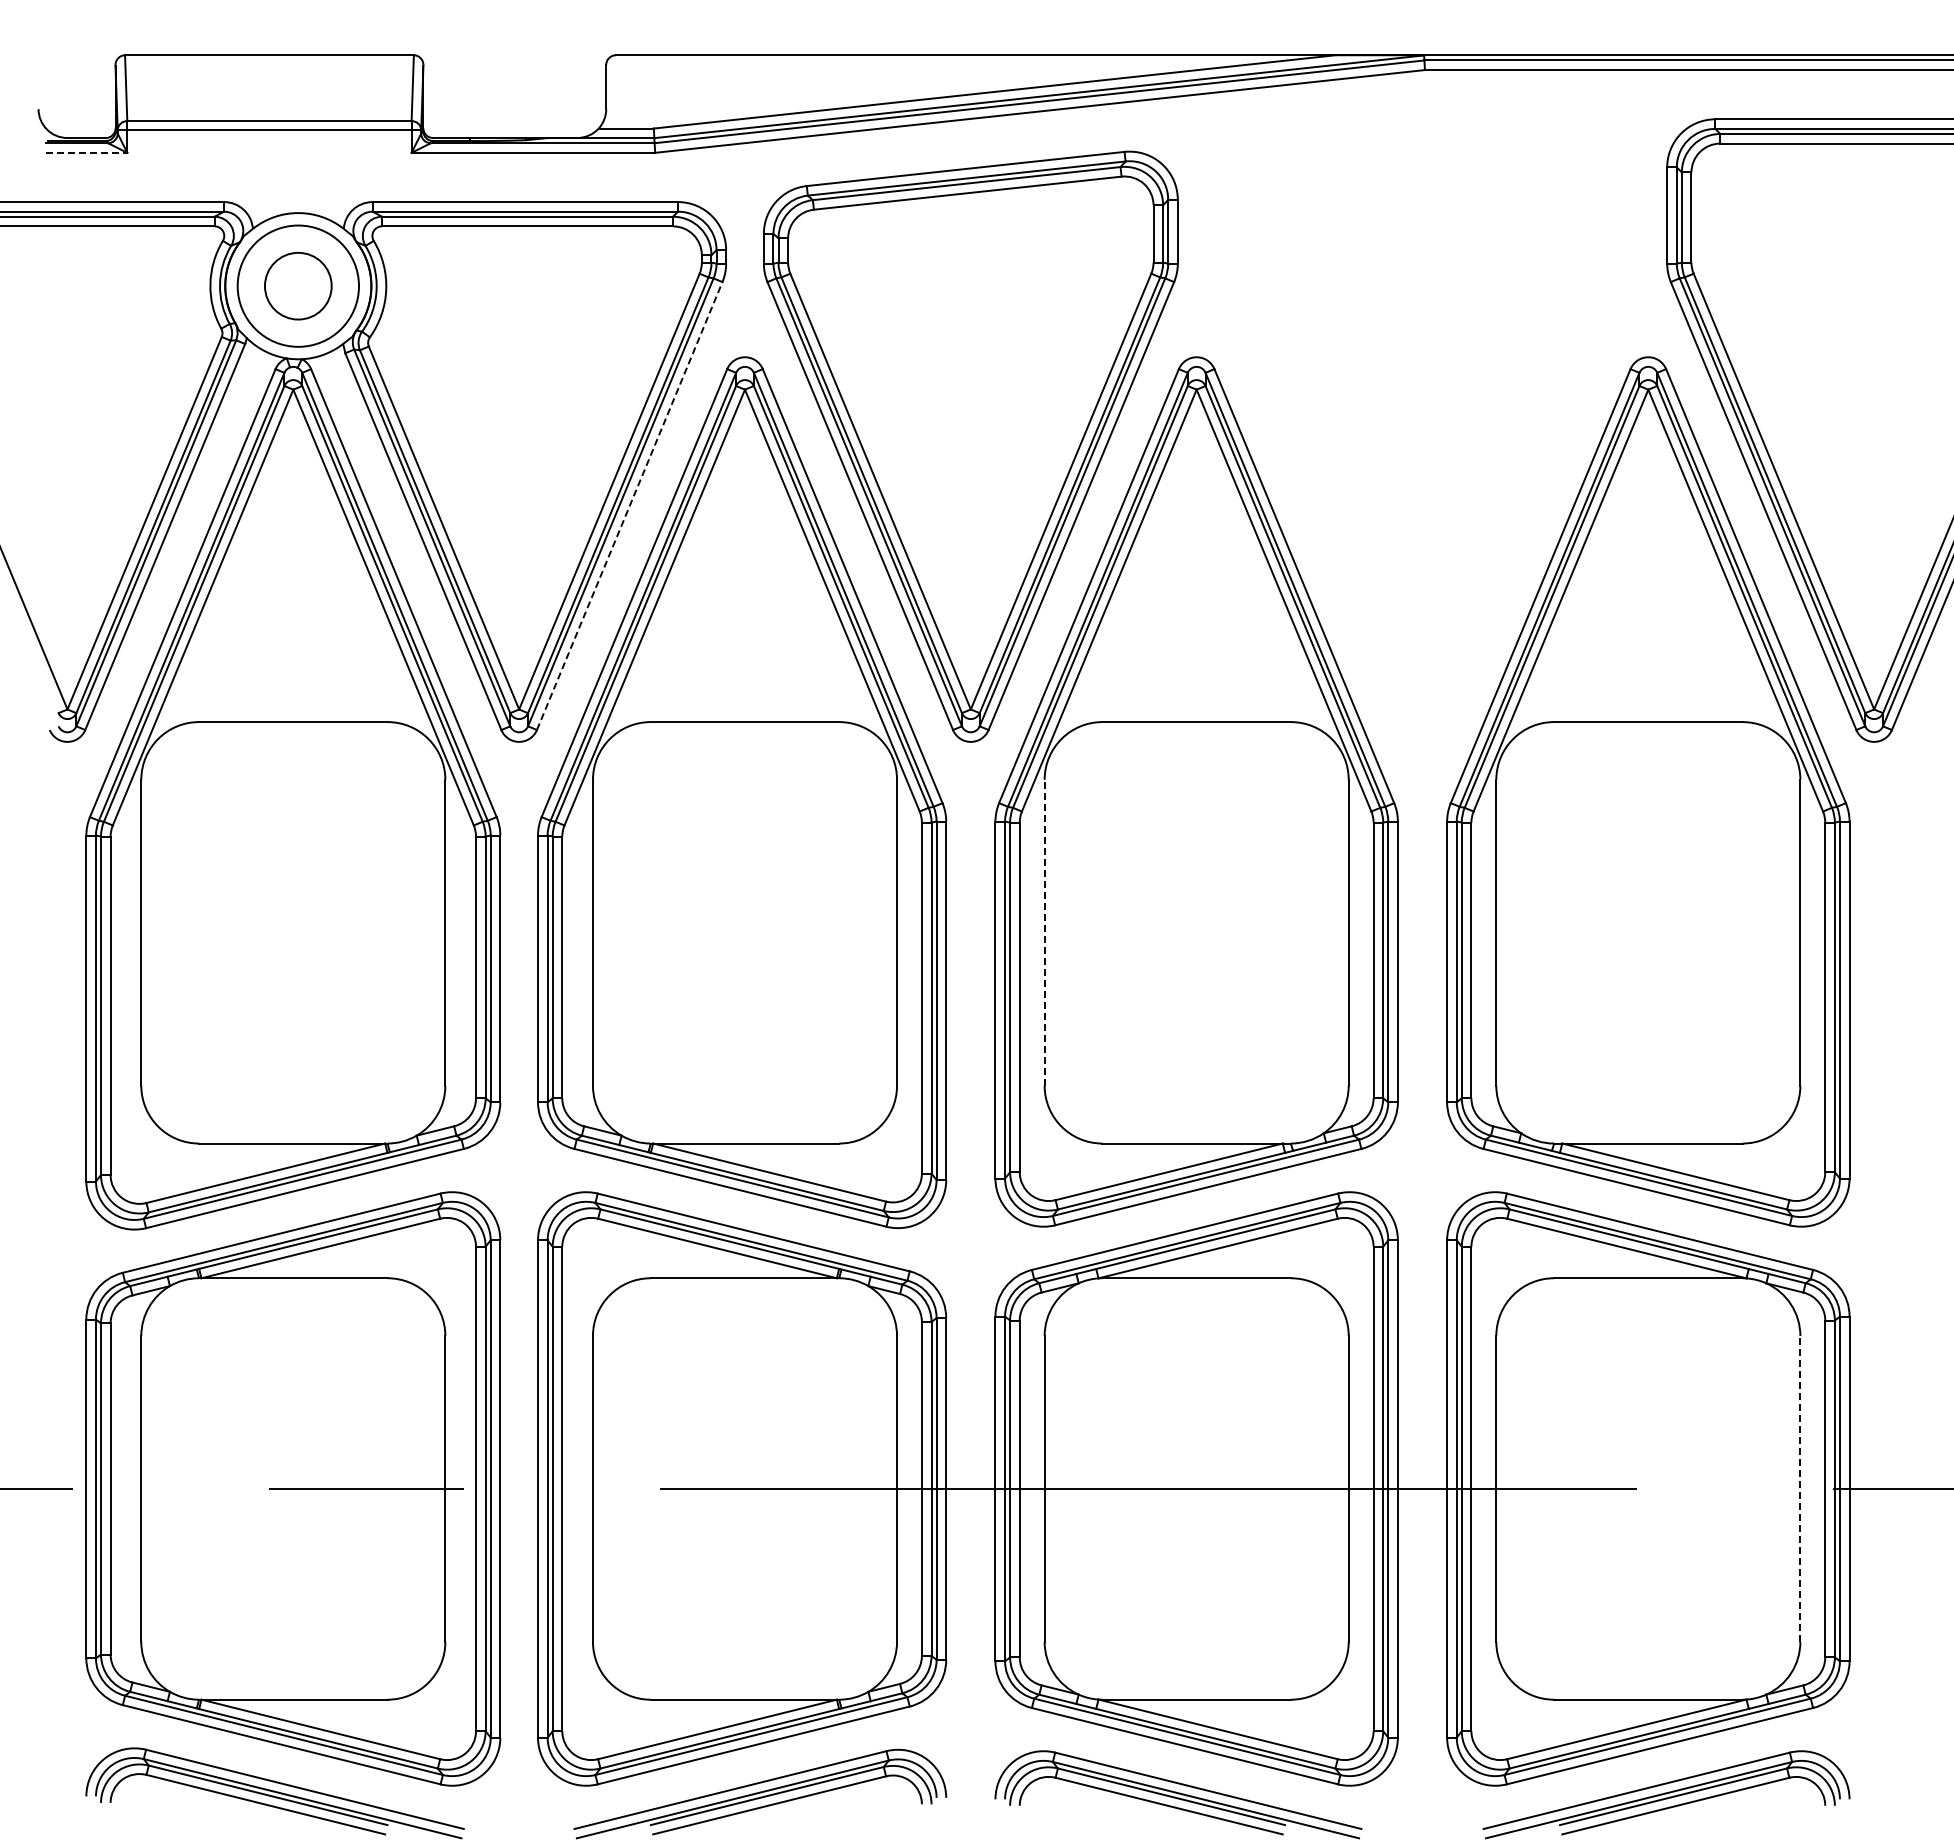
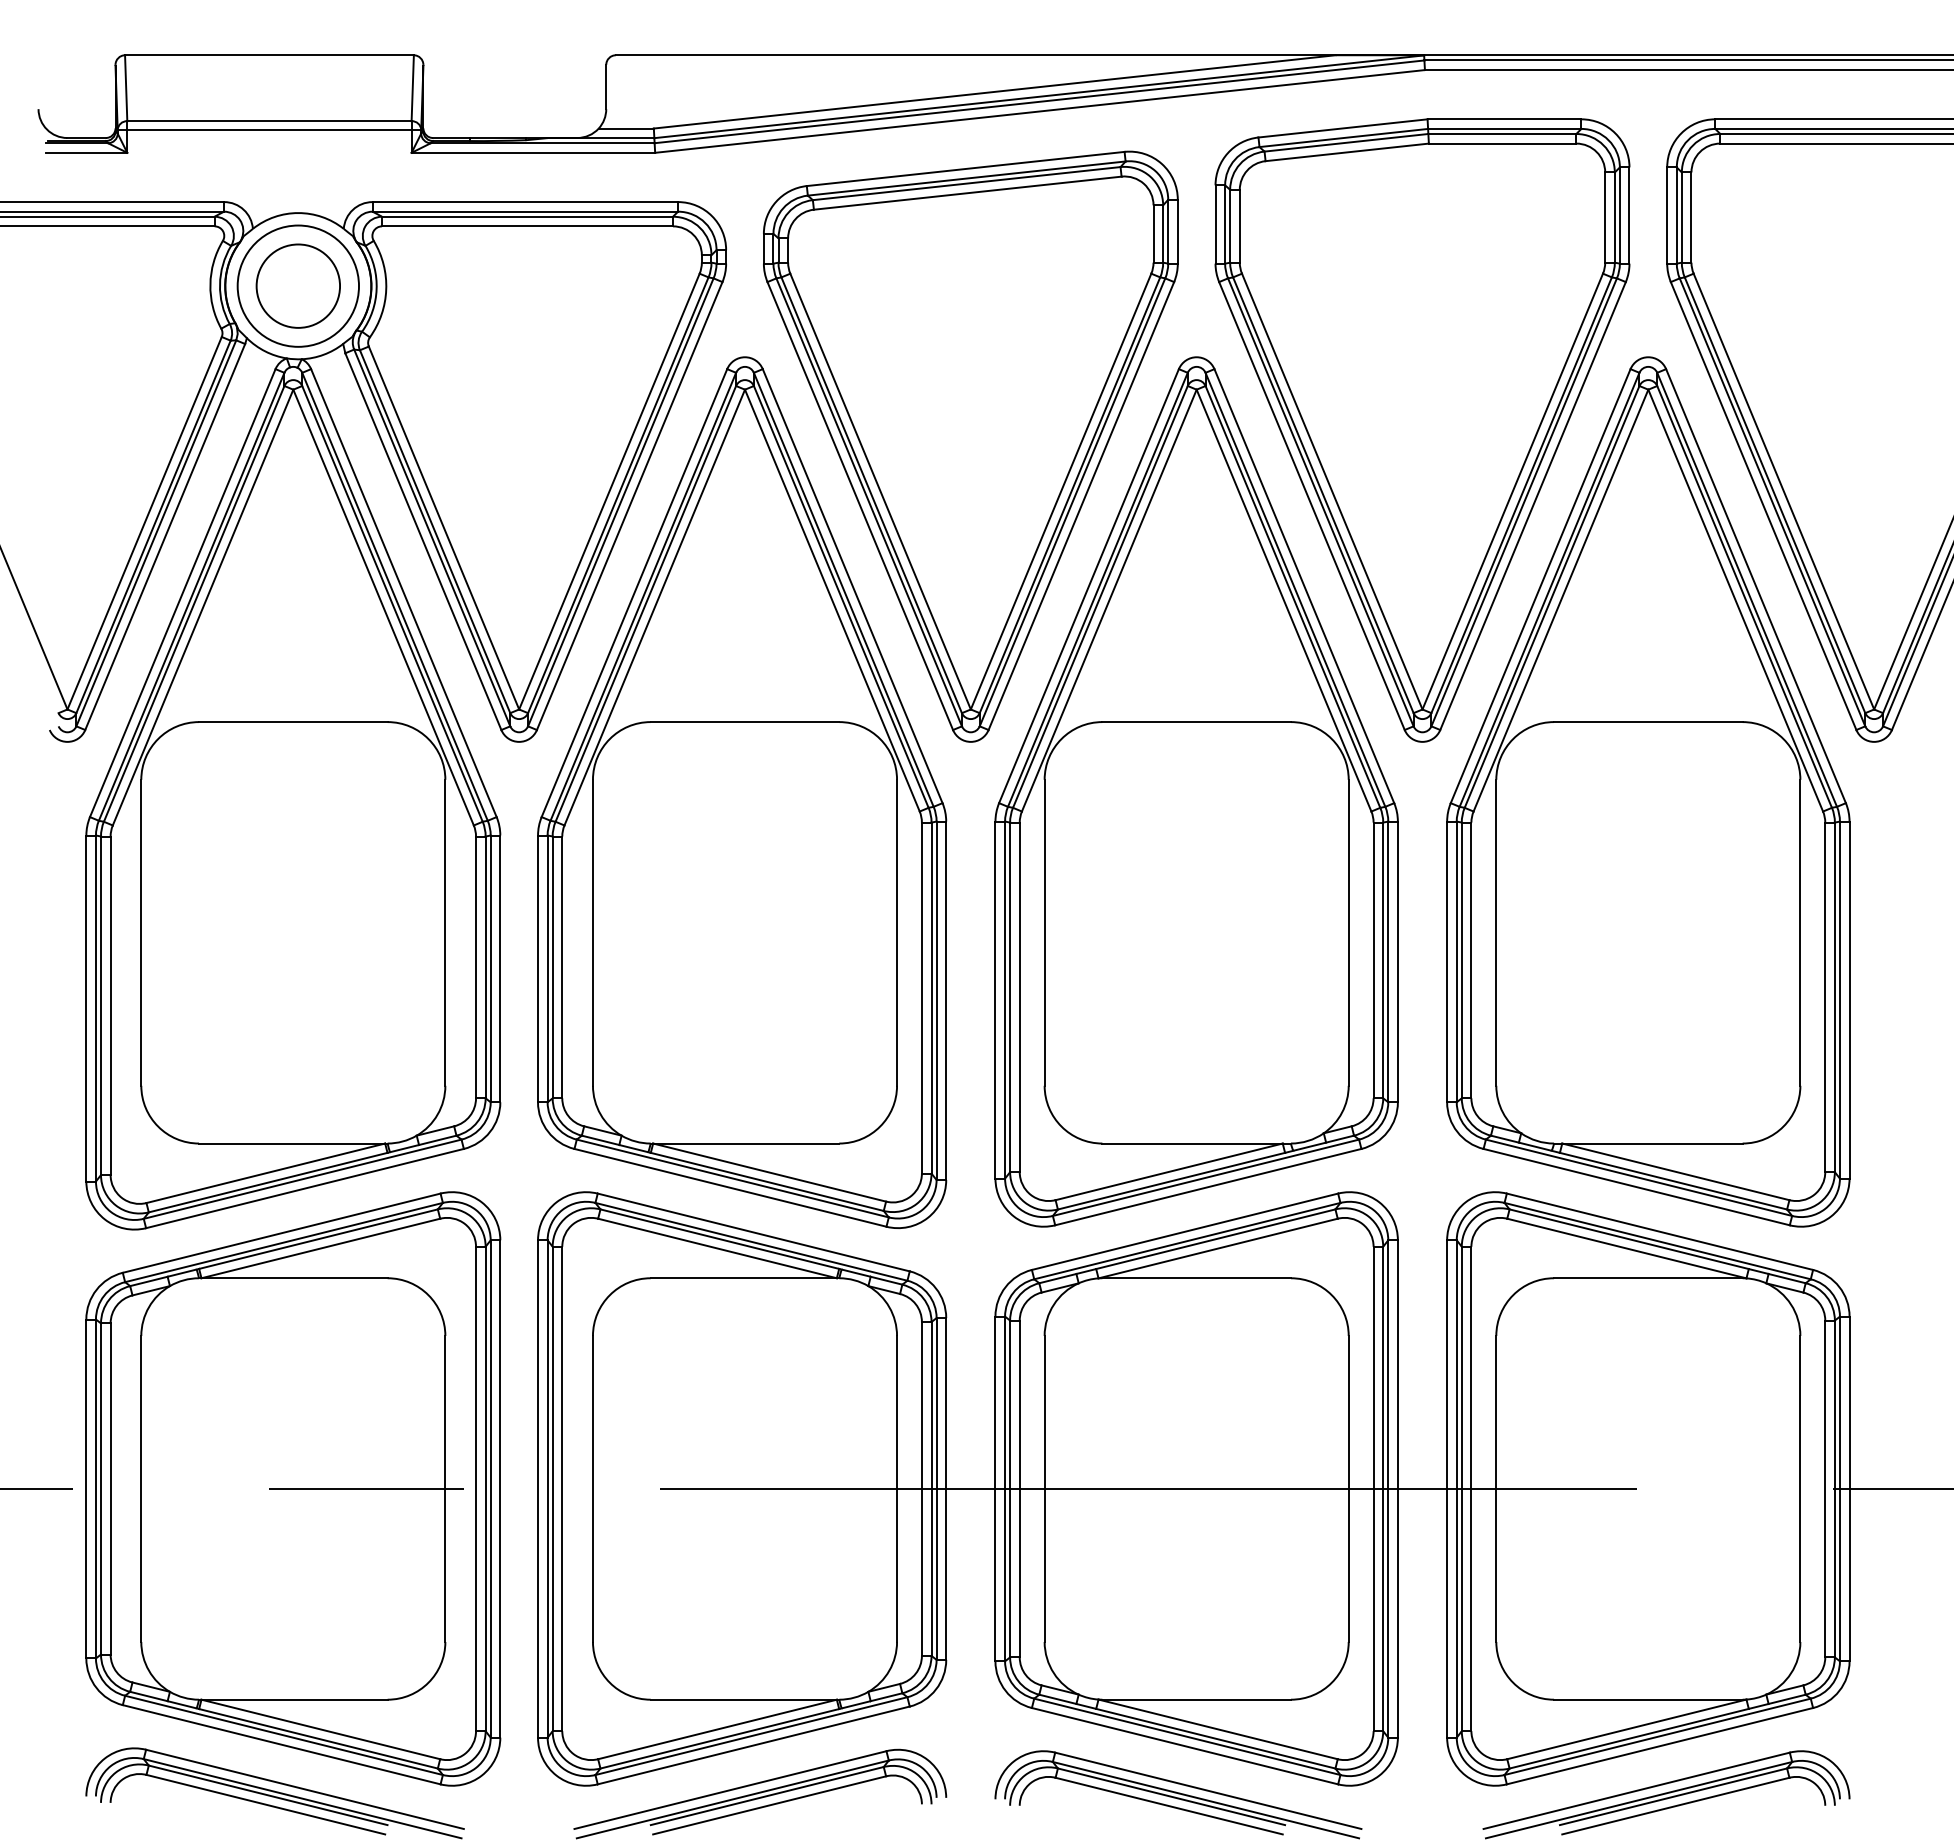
line at (86, 152): dashed -> solid
circle at (297, 285) diameter: 67 px -> 83 px
part at (1422, 430): none -> present
line at (629, 505): dashed -> solid
line at (1044, 932): dashed -> solid
line at (1800, 1488): dashed -> solid
